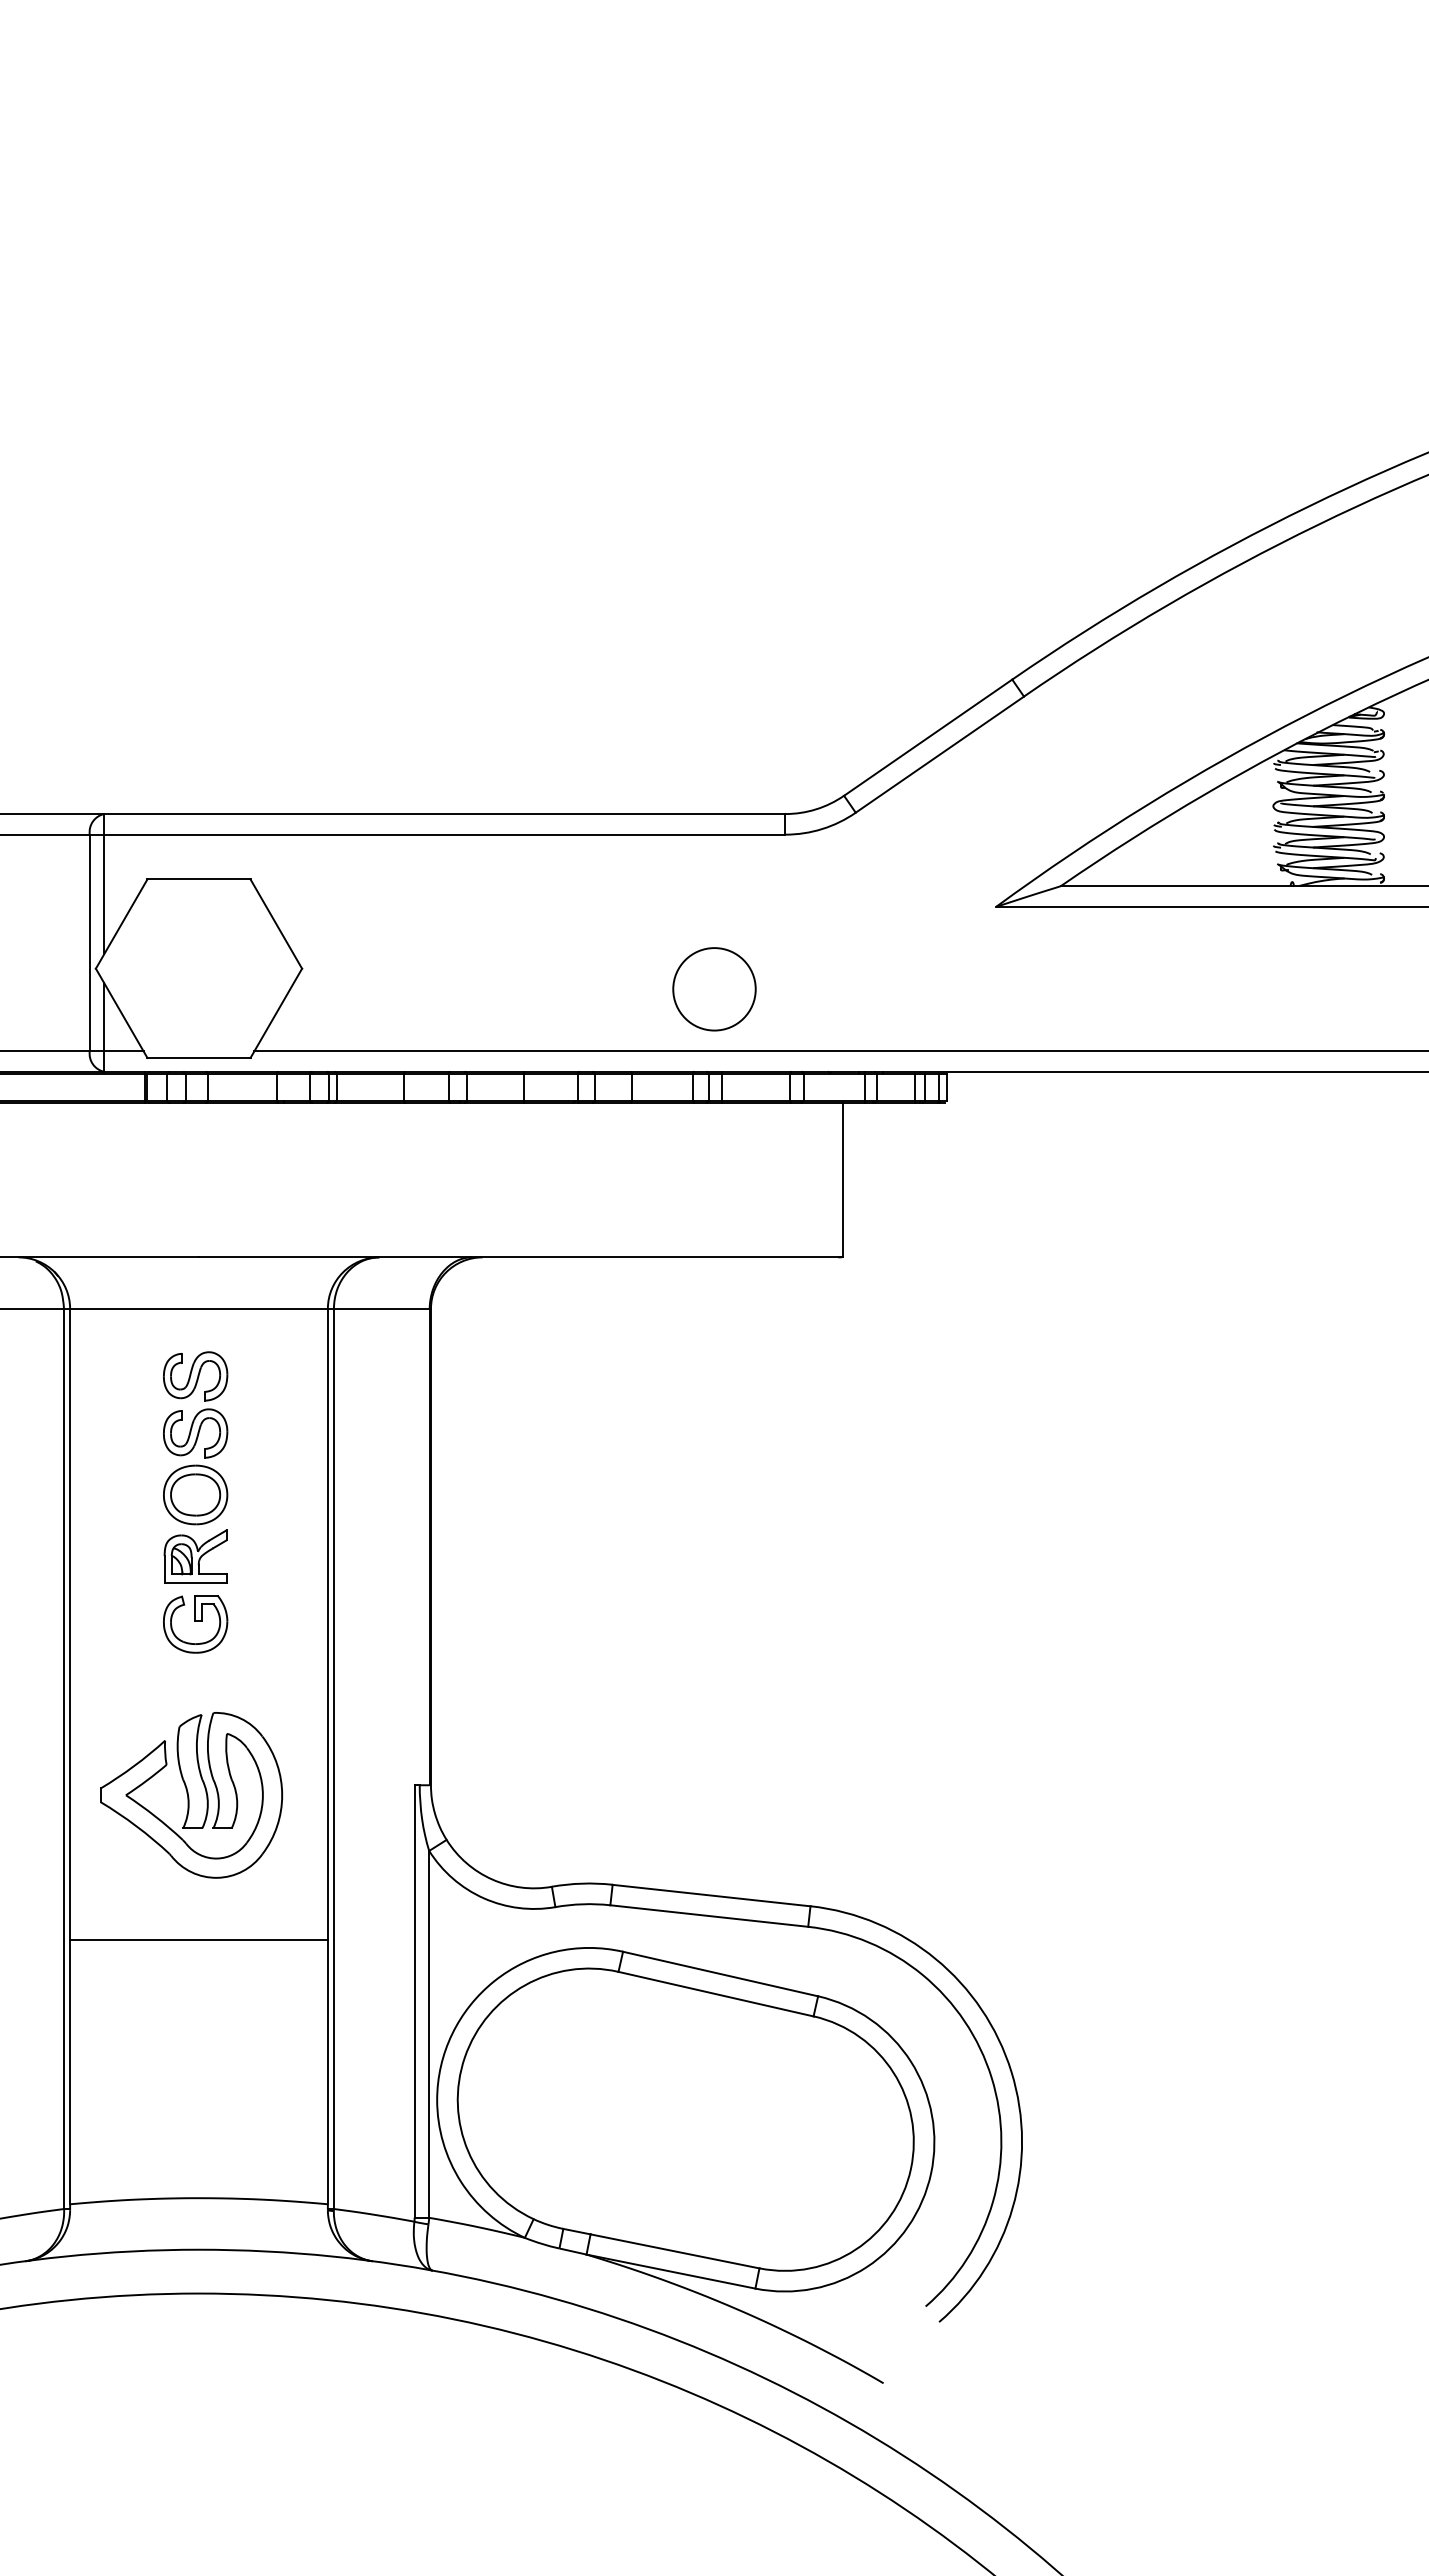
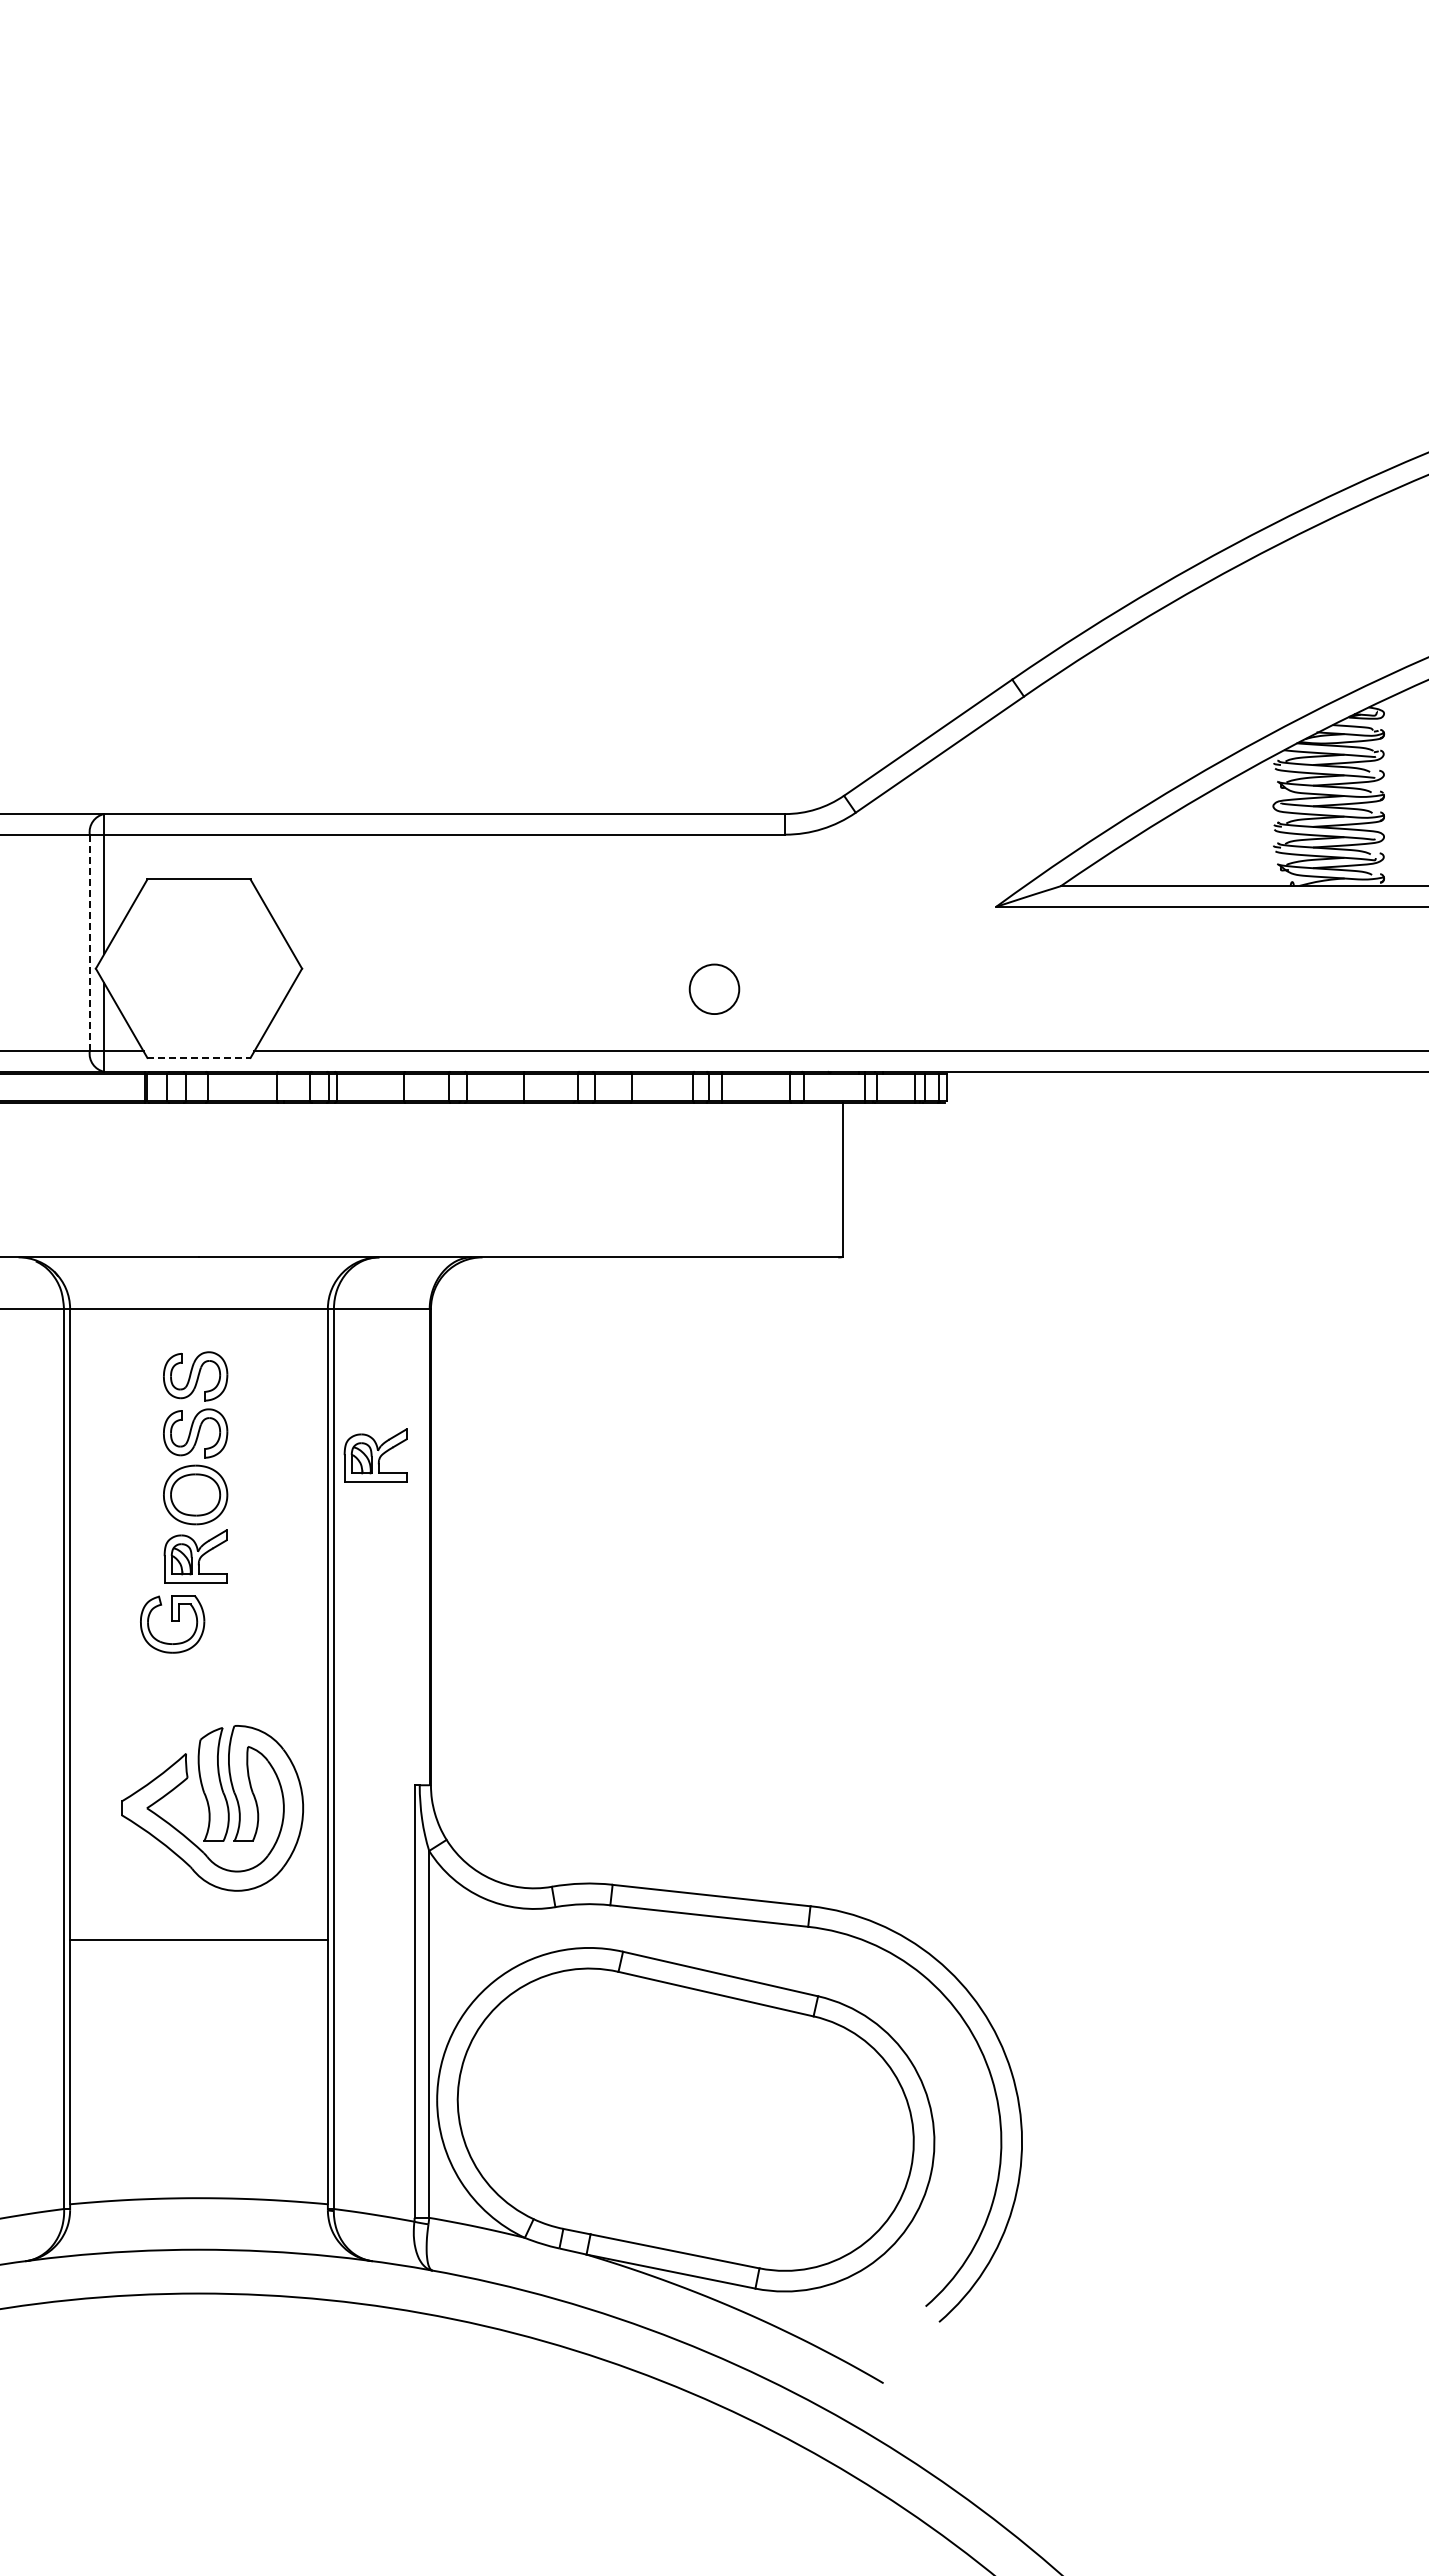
line at (89, 942): solid -> dashed
circle at (714, 989) diameter: 82 px -> 49 px
line at (199, 1057): solid -> dashed
part at (375, 1455): none -> present
part at (195, 1624) position: (195, 1624) -> (172, 1624)
part at (191, 1795) position: (191, 1795) -> (212, 1808)
